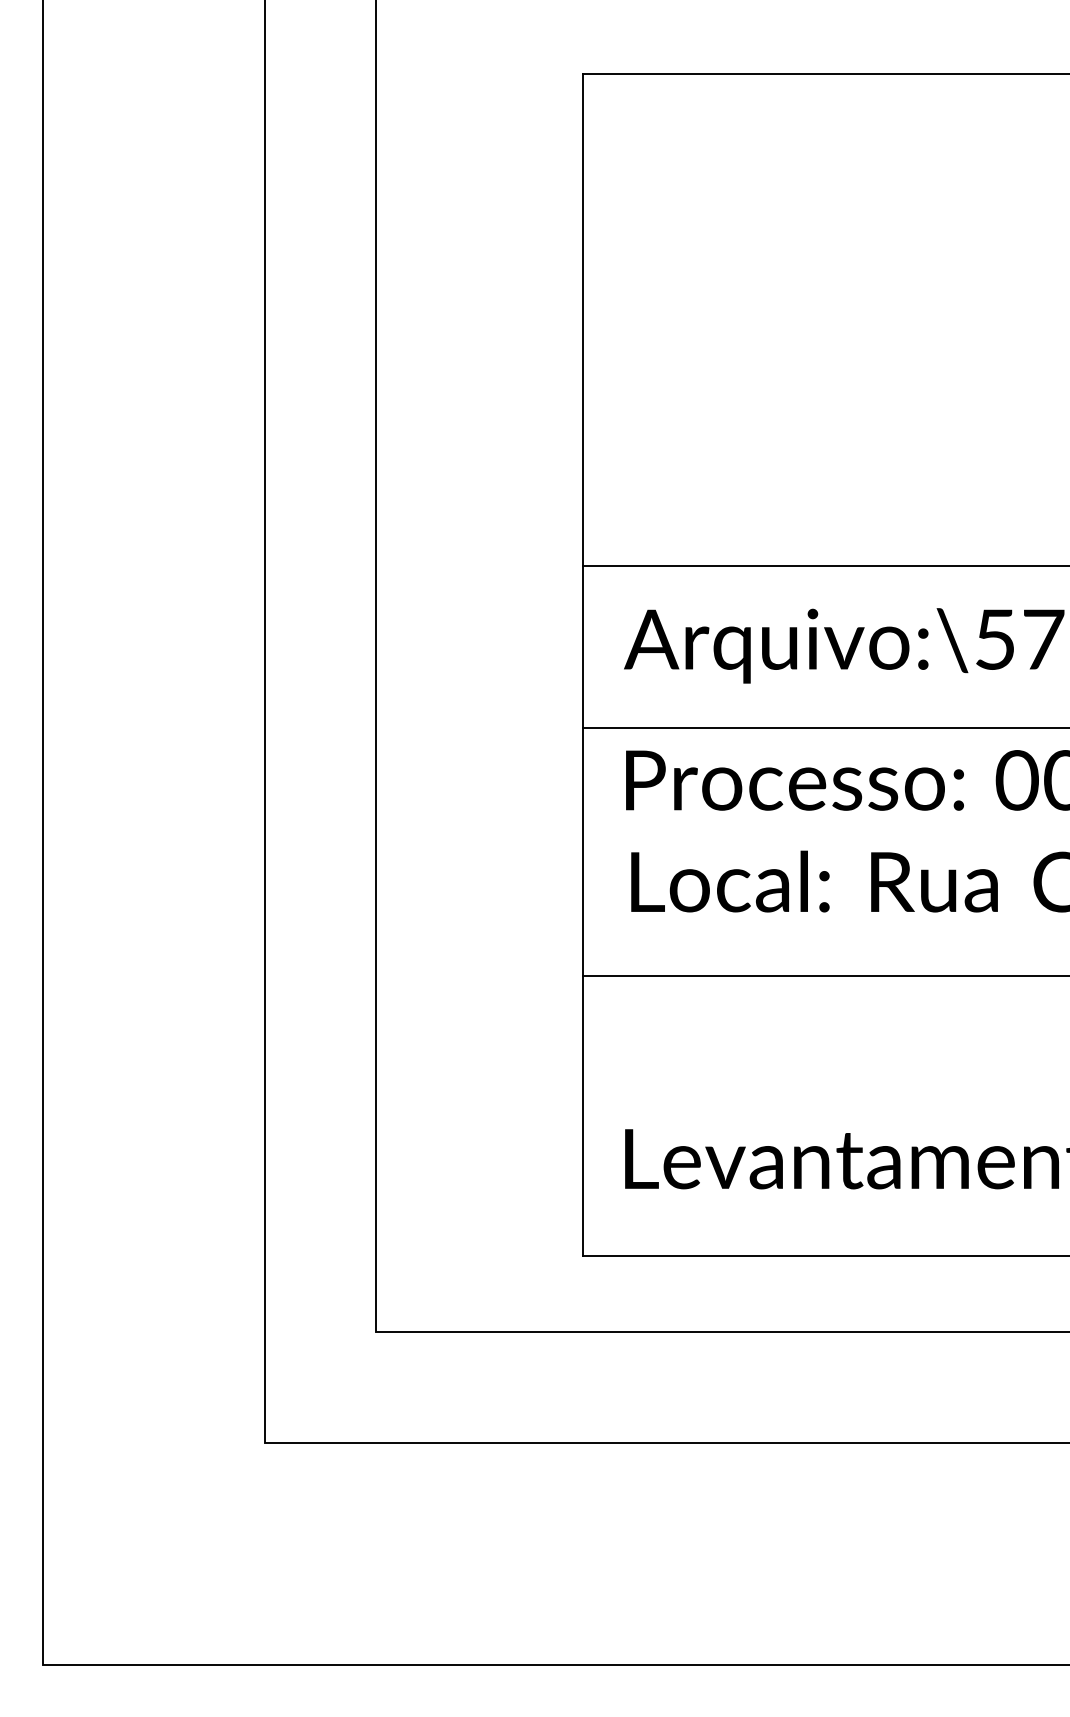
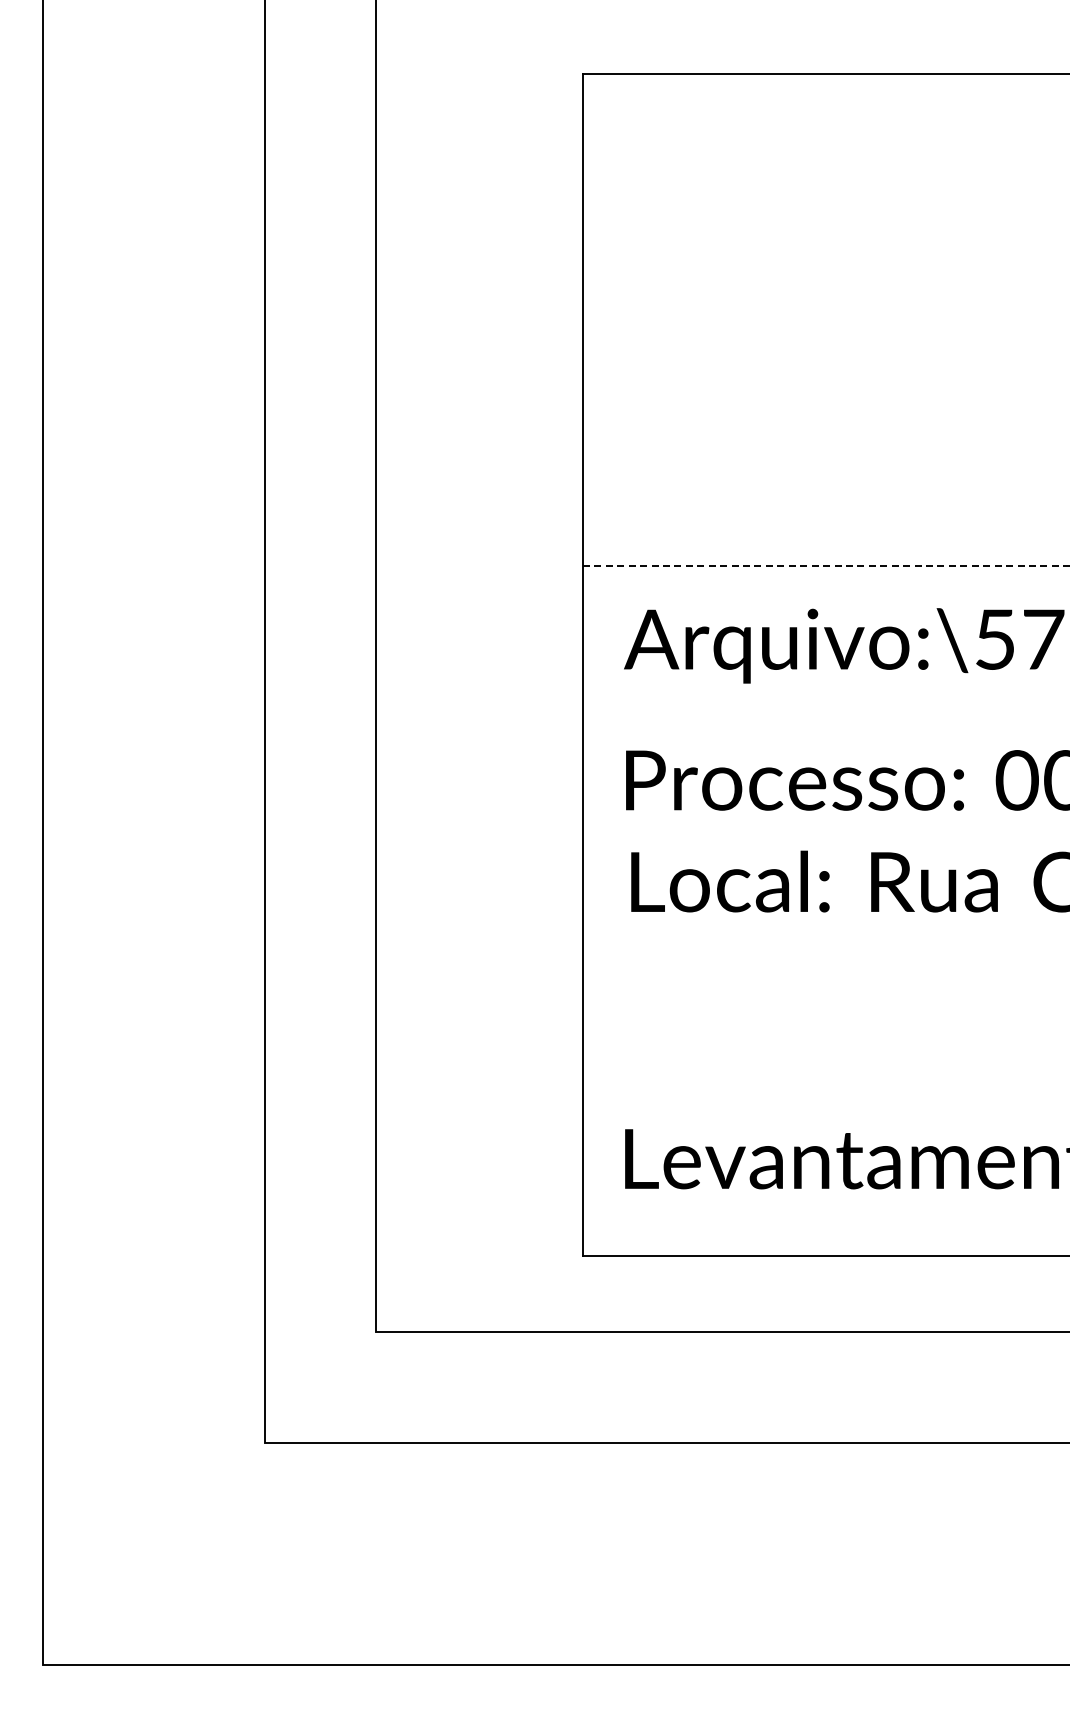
line at (826, 565): solid -> dashed
line at (824, 727): present -> none
line at (824, 975): present -> none
